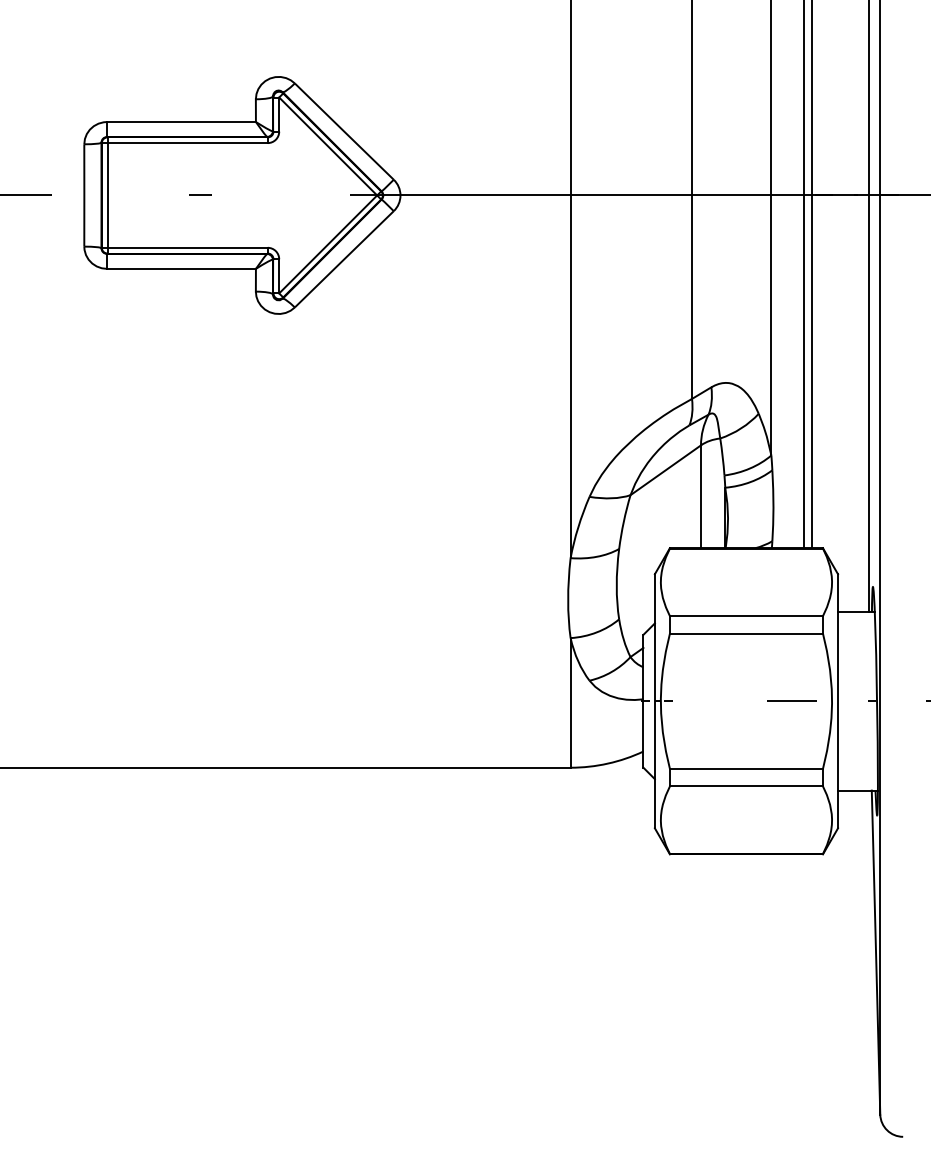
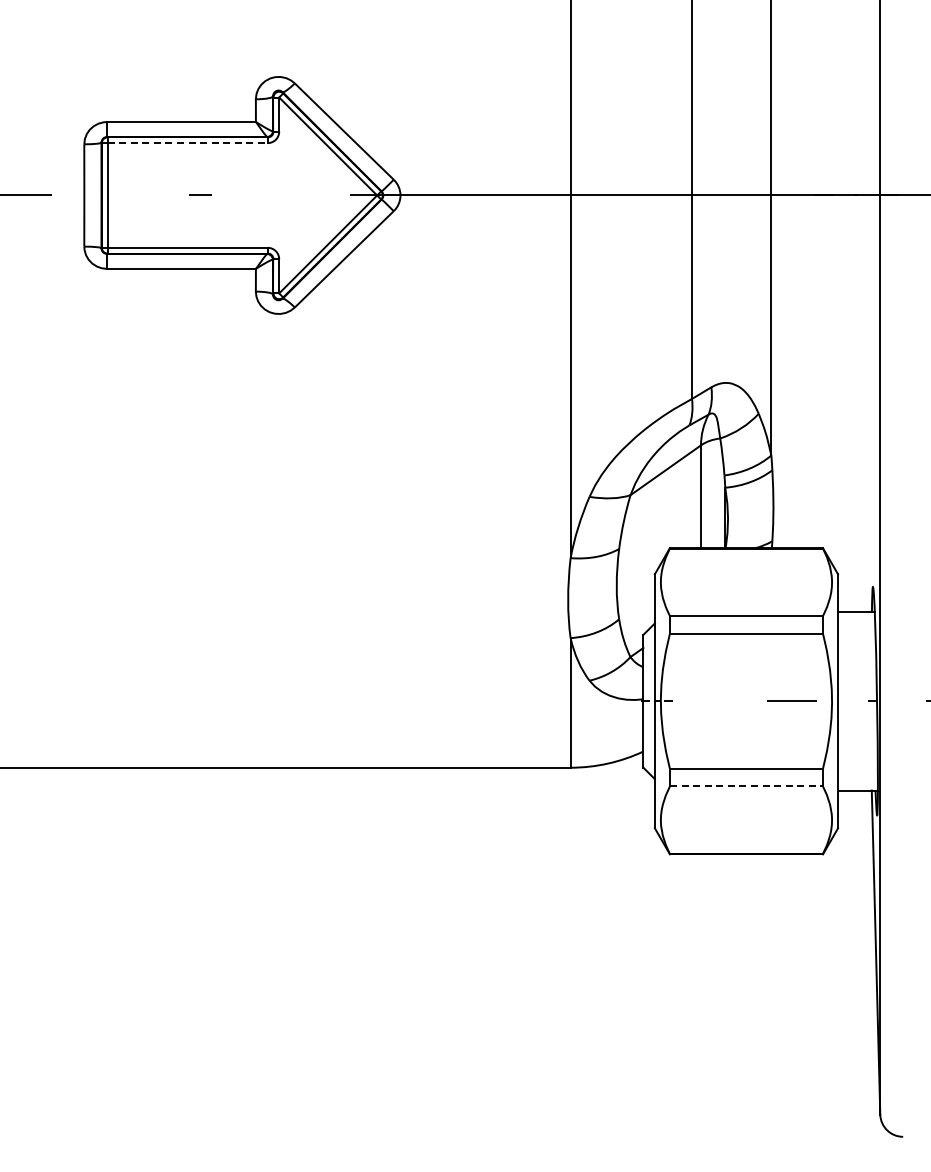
line at (188, 143): solid -> dashed
line at (803, 275): present -> none
line at (811, 275): present -> none
line at (868, 306): present -> none
line at (746, 786): solid -> dashed
